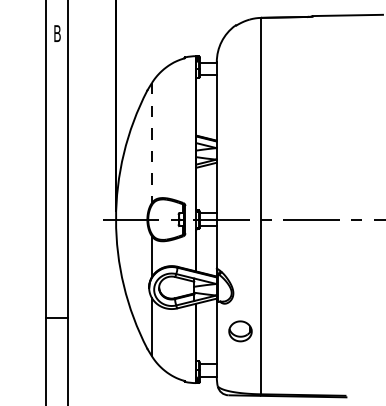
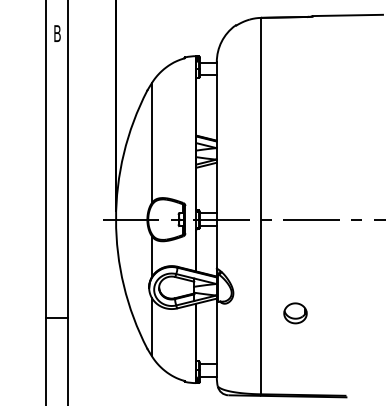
line at (151, 143): dashed -> solid
part at (240, 331) position: (240, 331) -> (295, 313)
